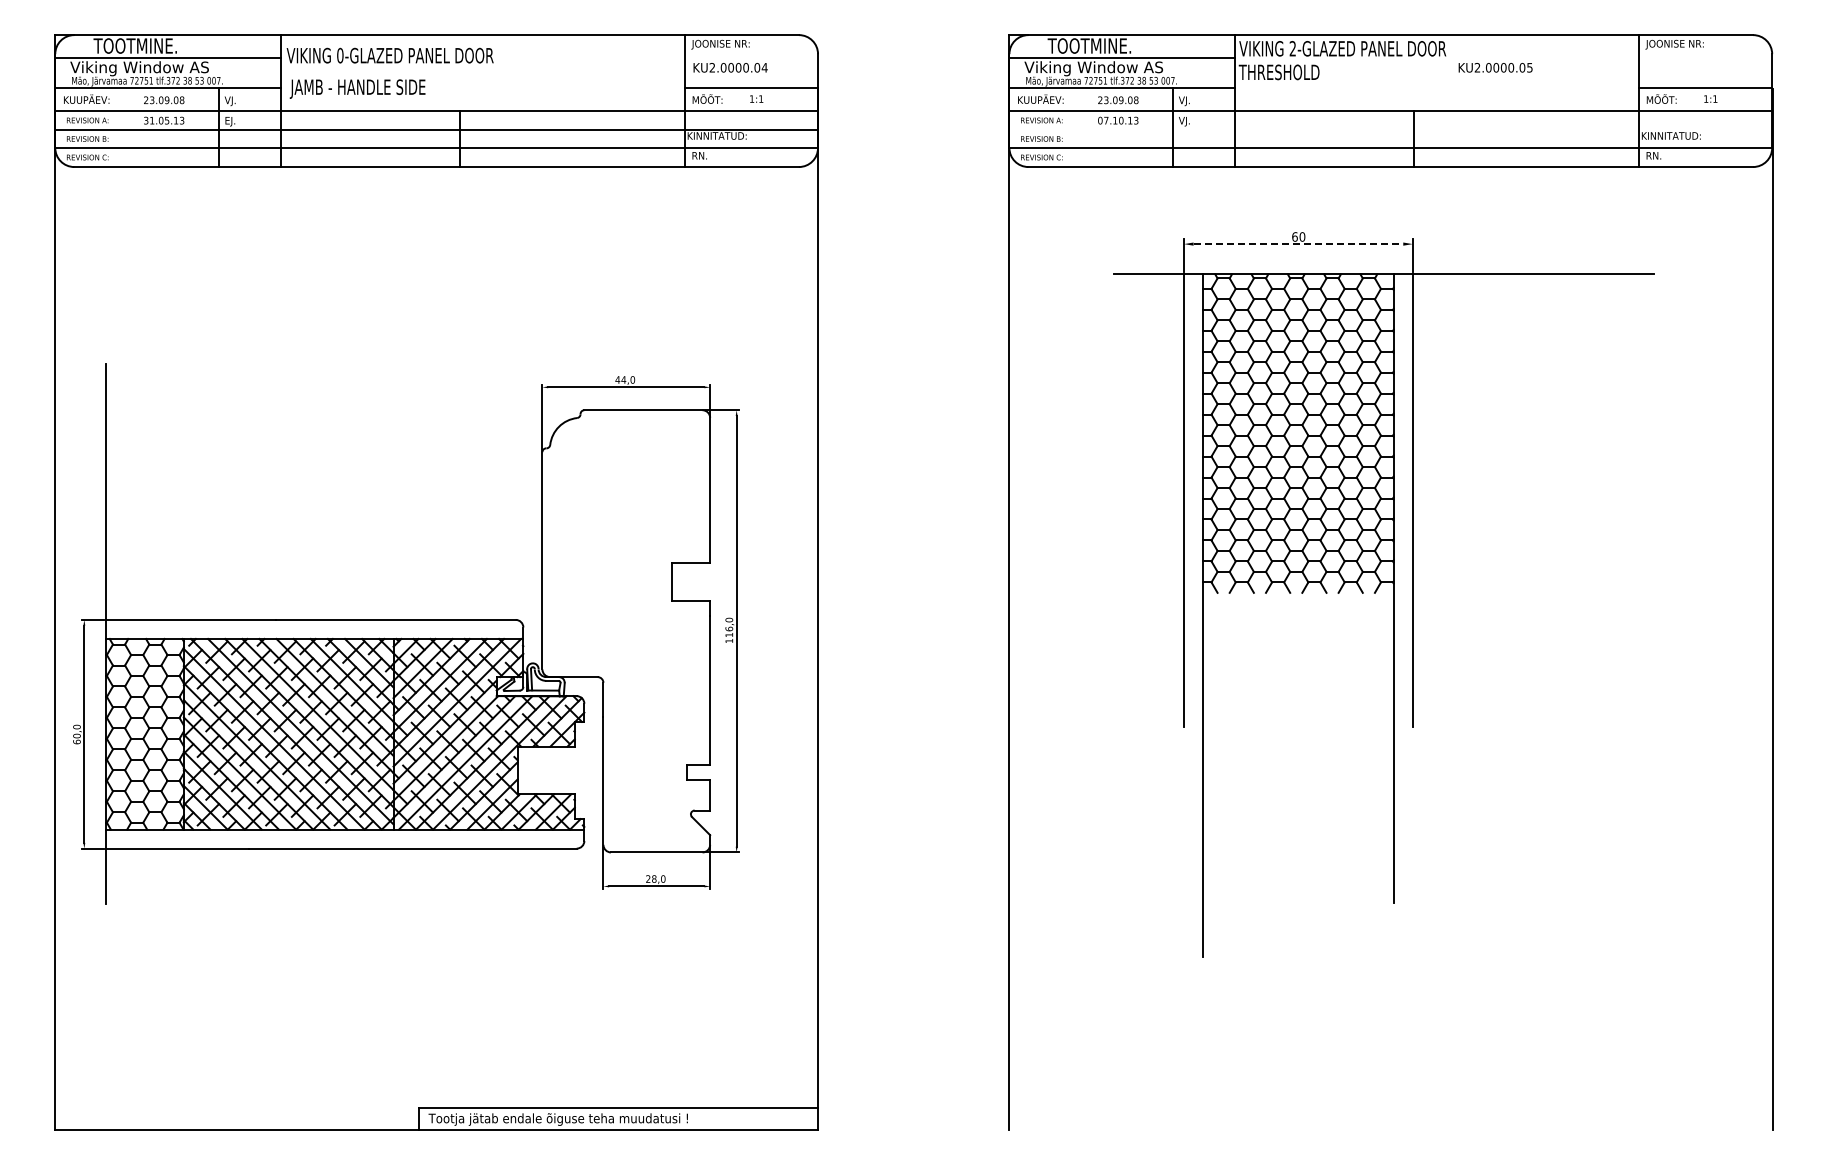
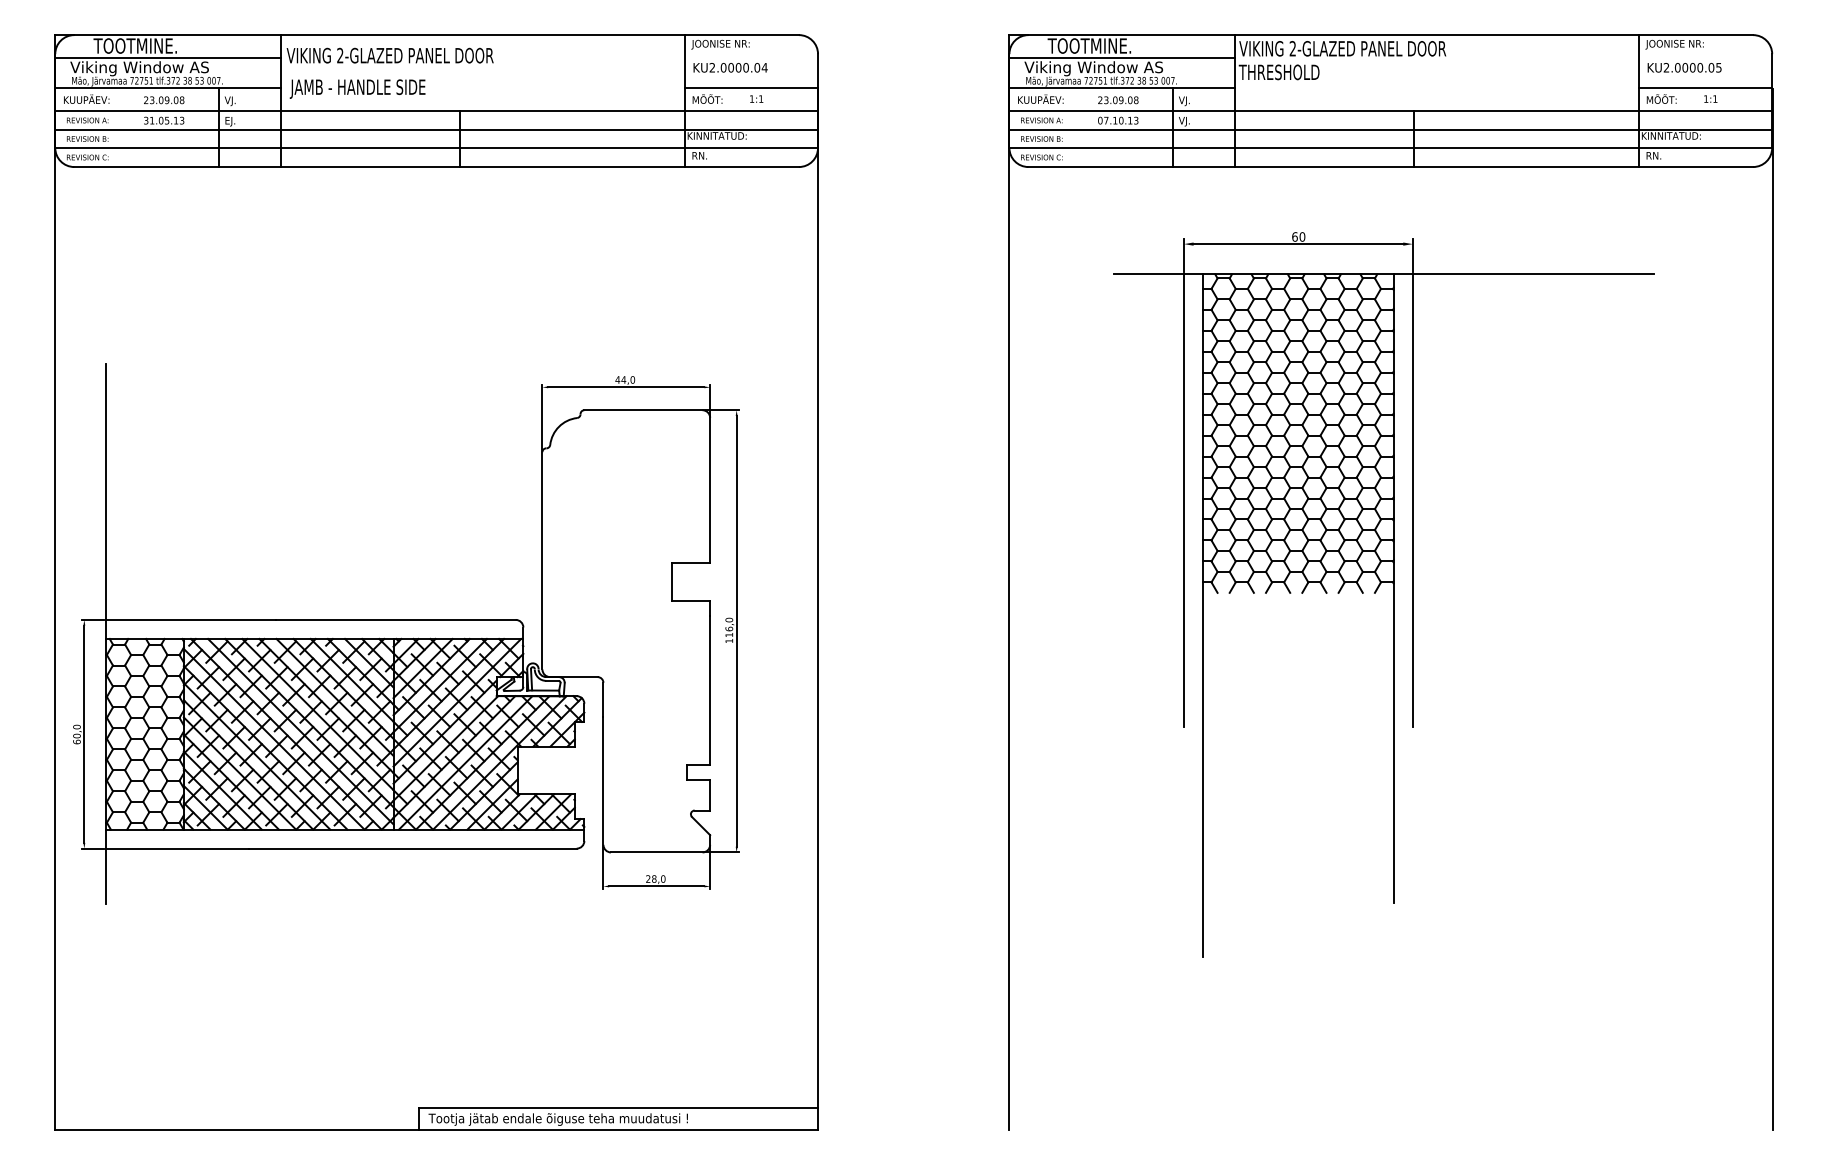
text at (340, 55): 0-GLAZED -> 2-GLAZED
text at (1495, 67) position: (1495, 67) -> (1684, 67)
line at (1390, 129): none -> present
line at (1298, 244): dashed -> solid
